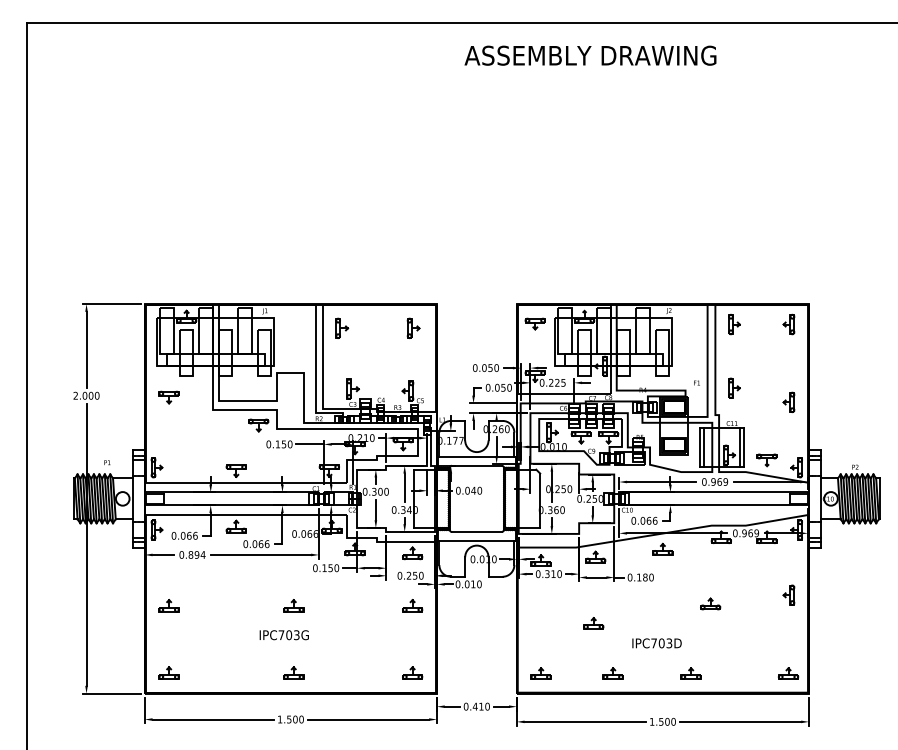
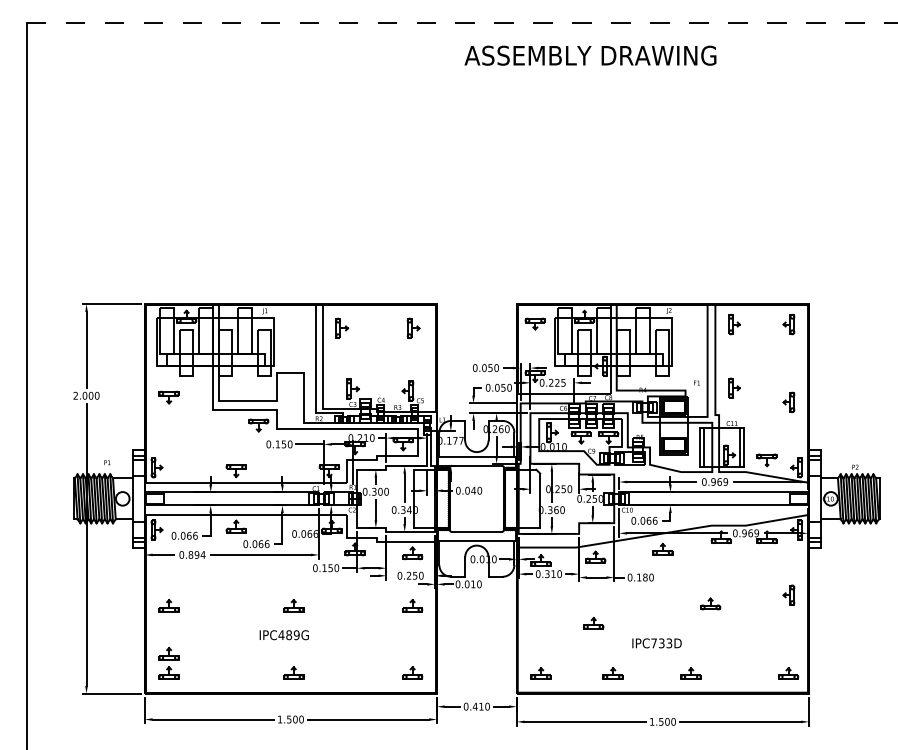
line at (461, 22): solid -> dashed
text at (288, 634): IPC703G -> IPC489G
text at (661, 643): IPC703D -> IPC733D
part at (168, 653): none -> present
